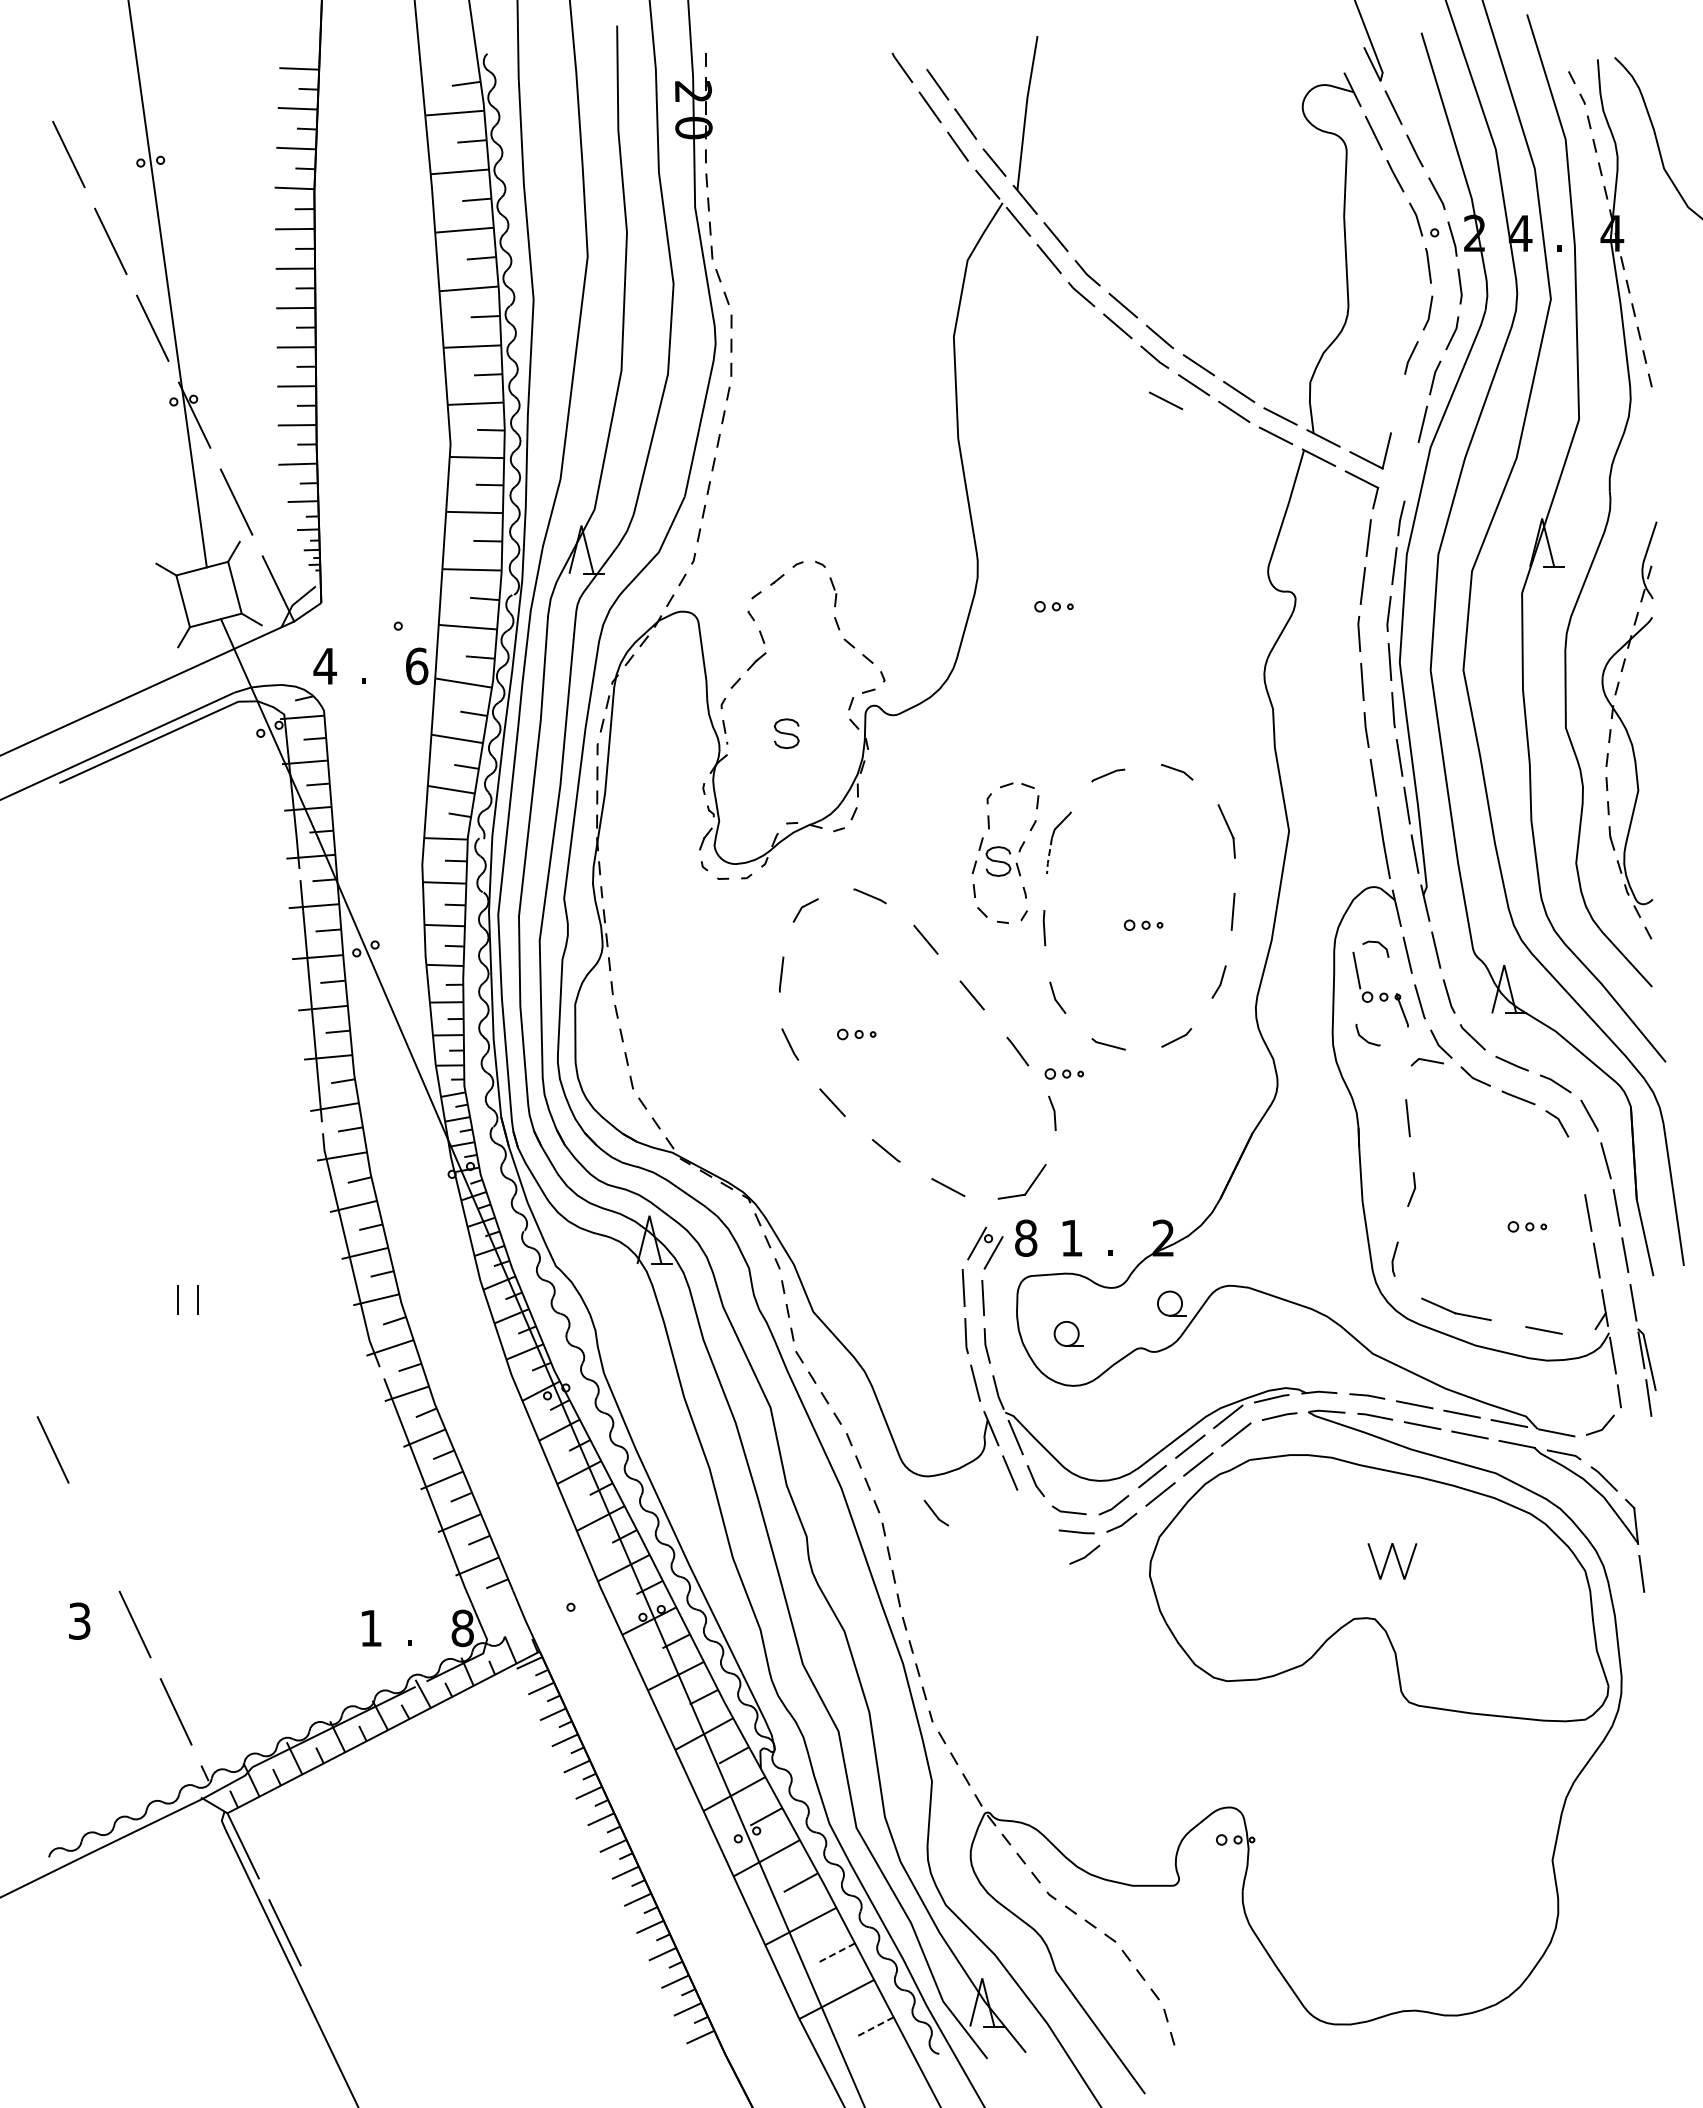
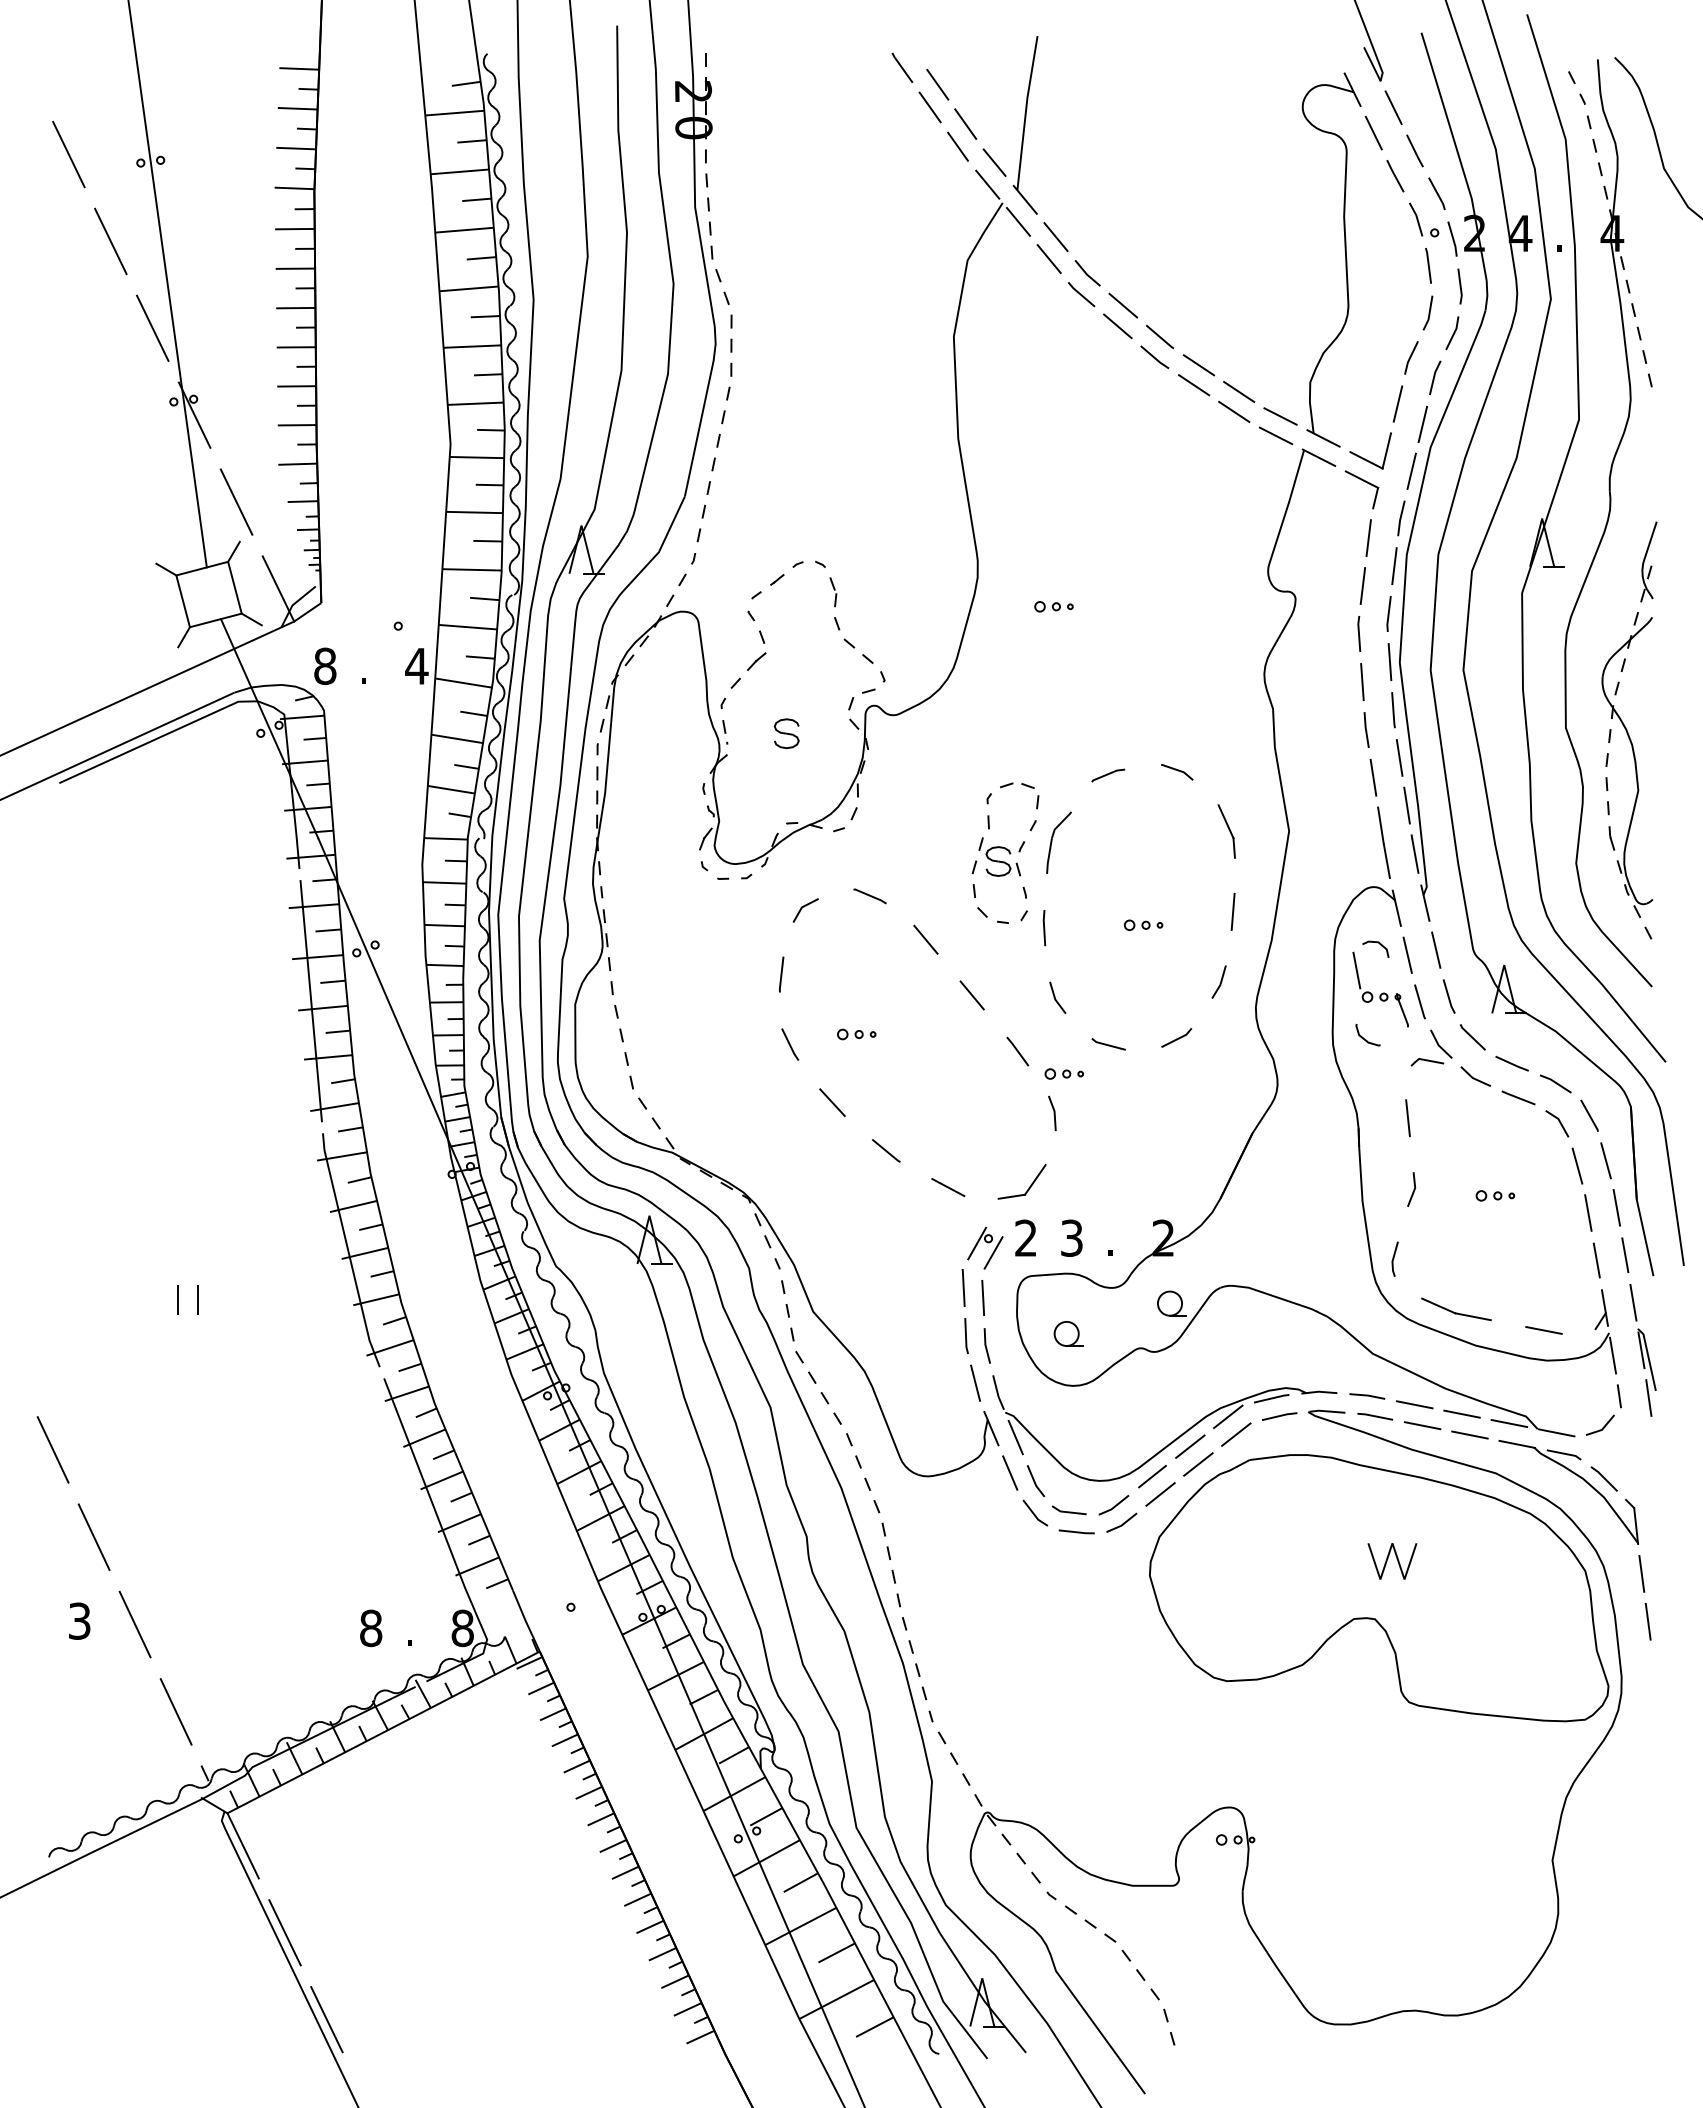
line at (1165, 400): present -> none
line at (1397, 403): none -> present
line at (1411, 470): none -> present
text at (325, 666): 4 -> 8
text at (416, 666): 6 -> 4
line at (1048, 856): dashed -> solid
line at (1577, 1165): none -> present
part at (1527, 1226) position: (1527, 1226) -> (1495, 1195)
text at (1026, 1237): 8 -> 2
text at (1071, 1237): 1 -> 3
line at (935, 1513) position: (935, 1513) -> (1034, 1513)
line at (93, 1536): none -> present
line at (1085, 1555): present -> none
line at (1647, 1621): none -> present
text at (371, 1628): 1 -> 8
line at (836, 1952): dashed -> solid
line at (326, 2019): none -> present
line at (874, 2027): dashed -> solid
